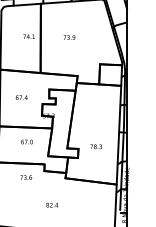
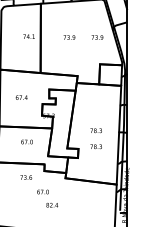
part at (97, 37): none -> present
part at (95, 130): none -> present
part at (42, 191): none -> present
